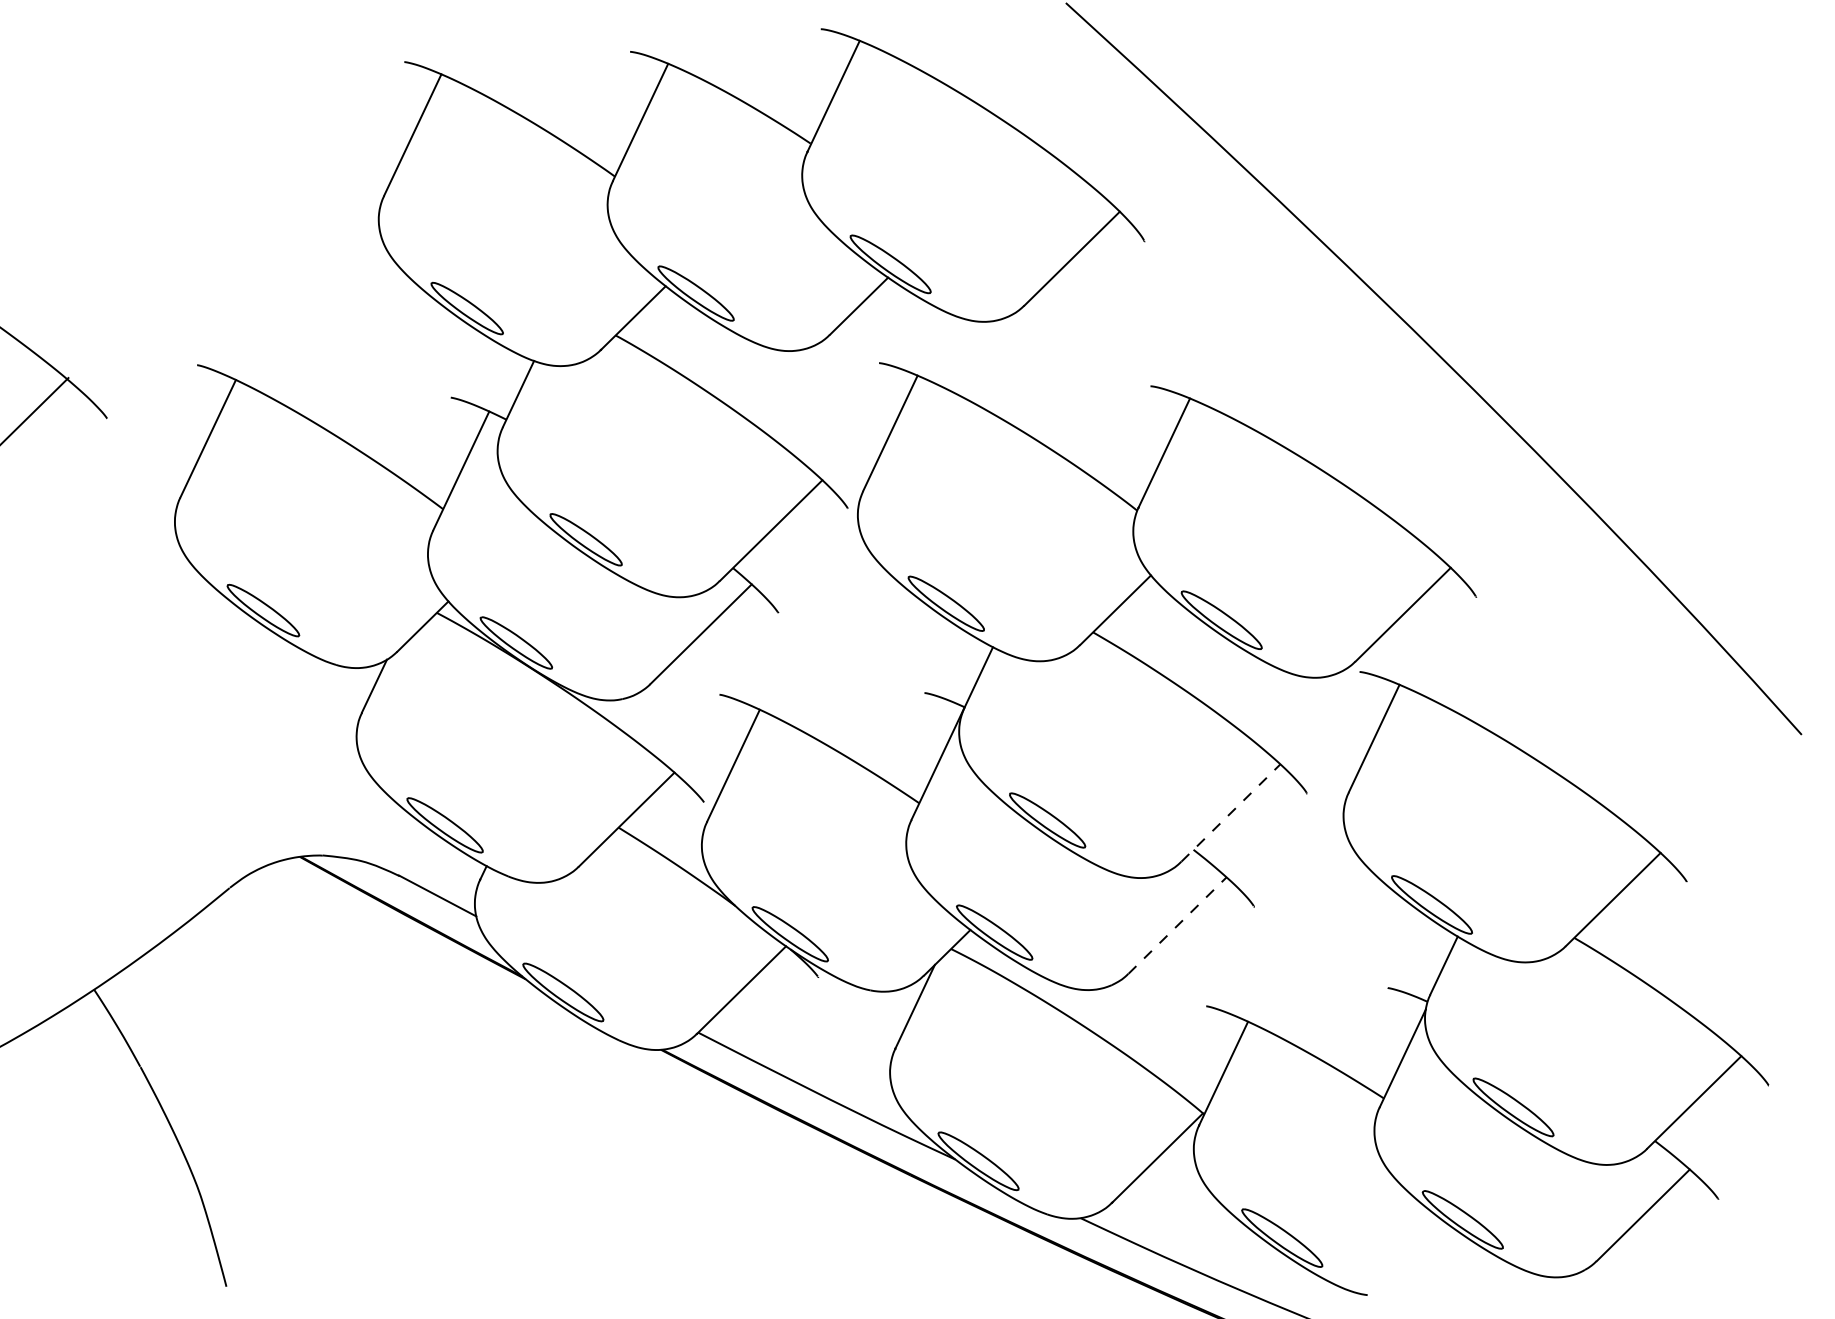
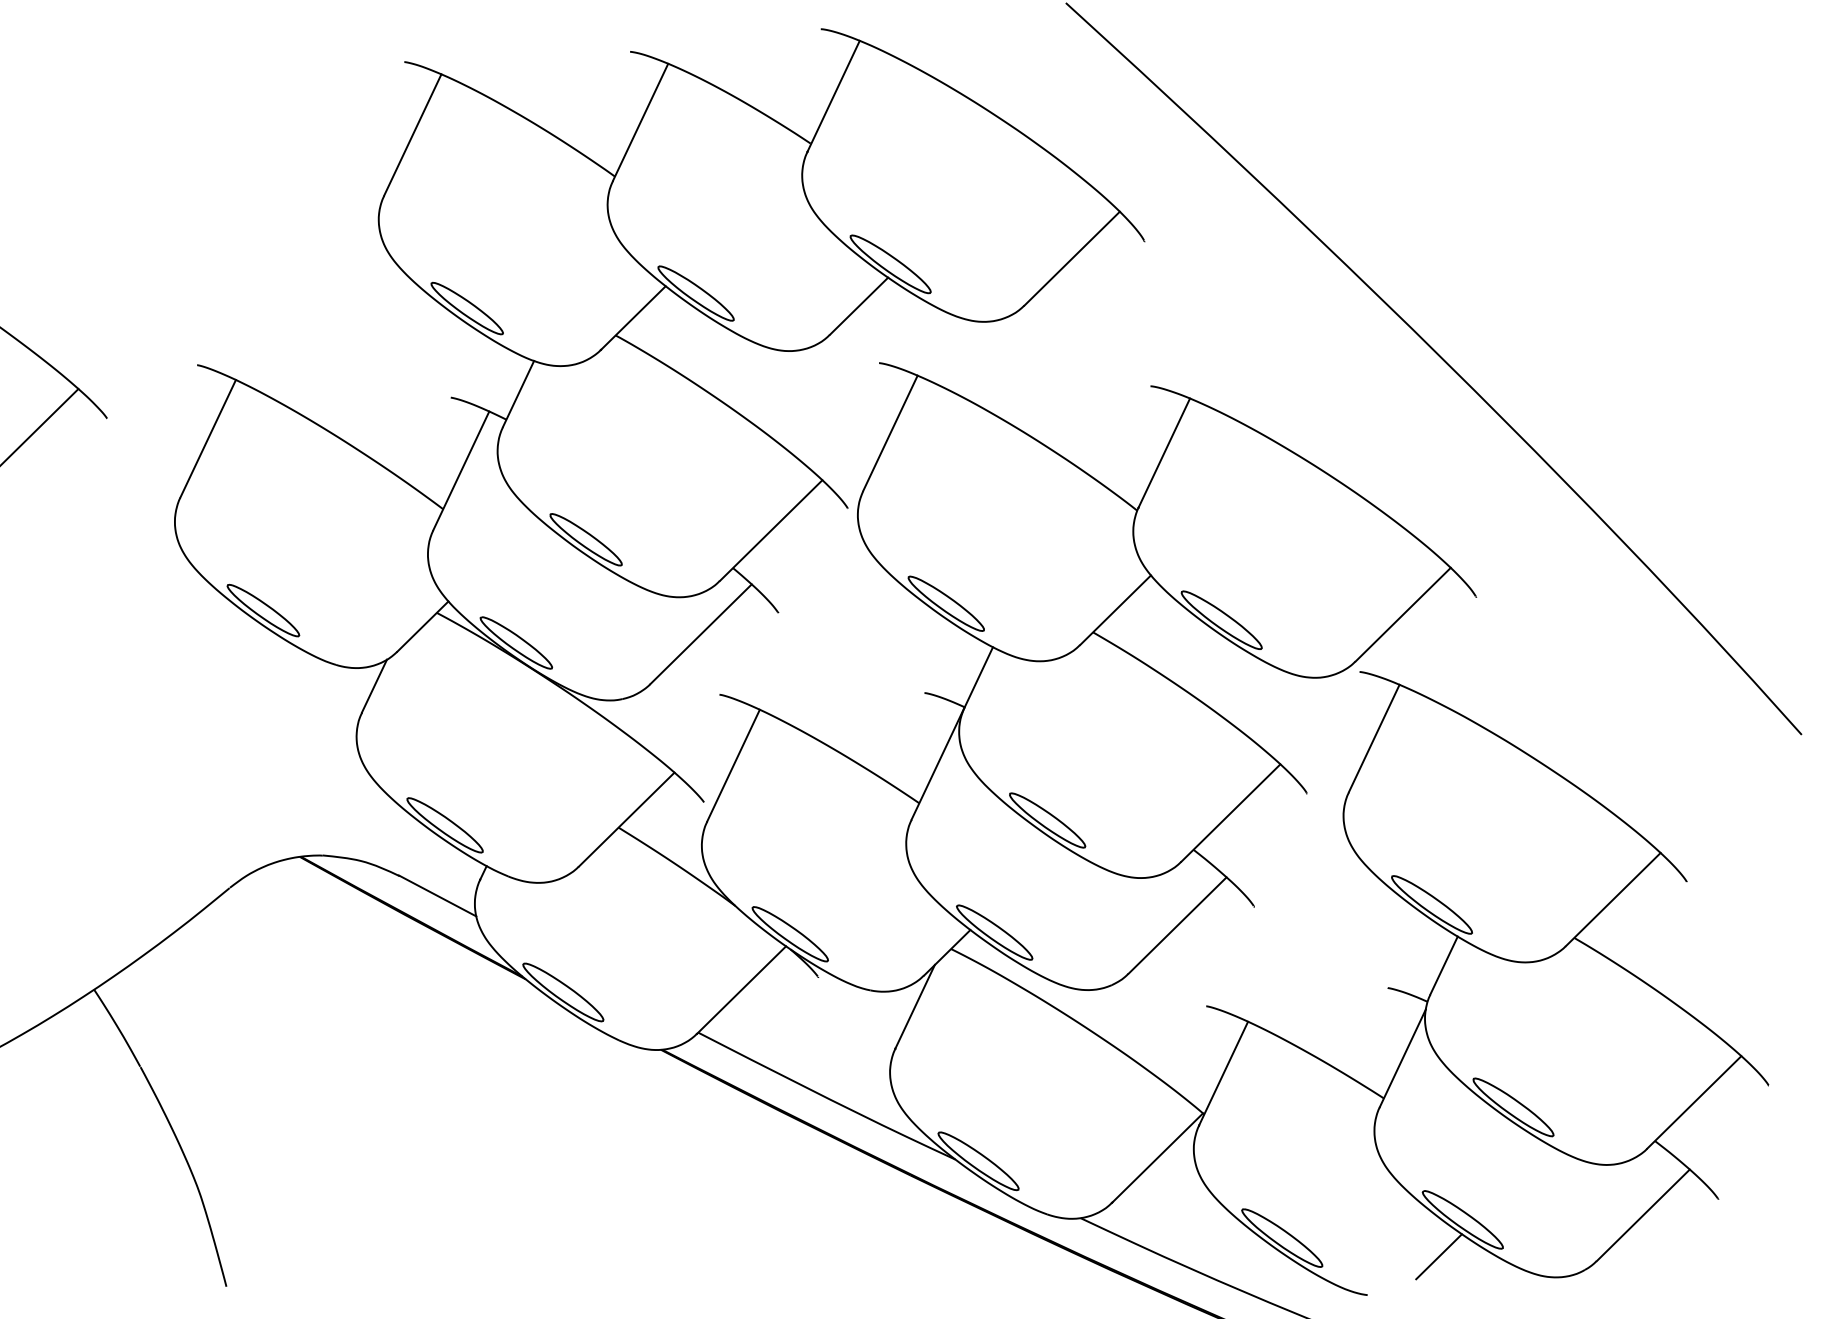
line at (35, 410) position: (35, 410) -> (40, 426)
line at (1231, 812): dashed -> solid
line at (1177, 925): dashed -> solid
line at (1438, 1256): none -> present
